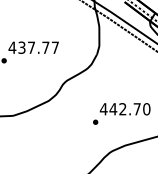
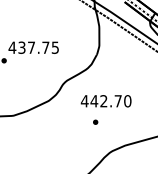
text at (54, 47): 437.77 -> 437.75
text at (124, 109) position: (124, 109) -> (105, 101)
